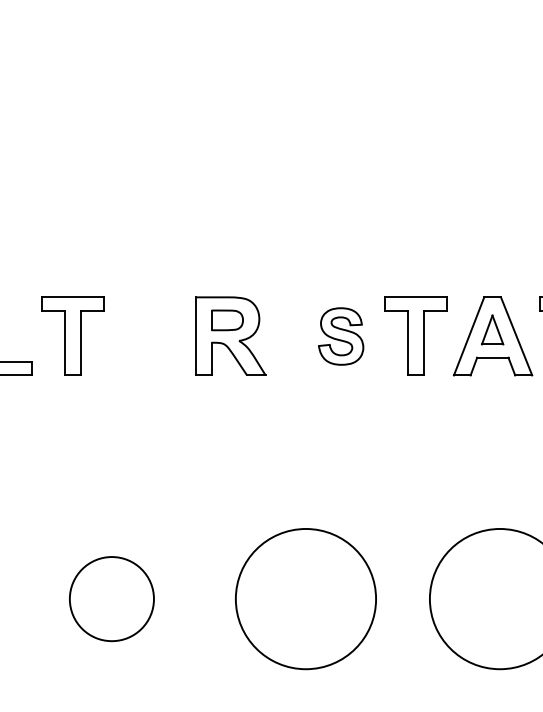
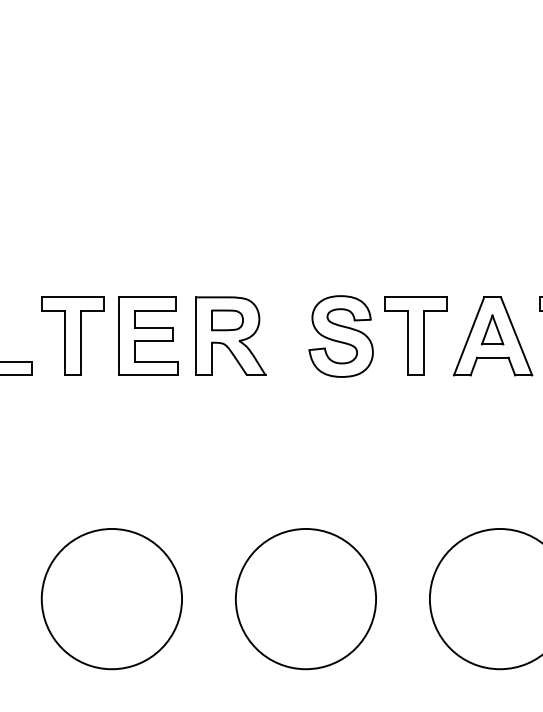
part at (148, 335): none -> present
part at (341, 336) size: 47x59 px -> 66x83 px
circle at (111, 599) diameter: 84 px -> 140 px
